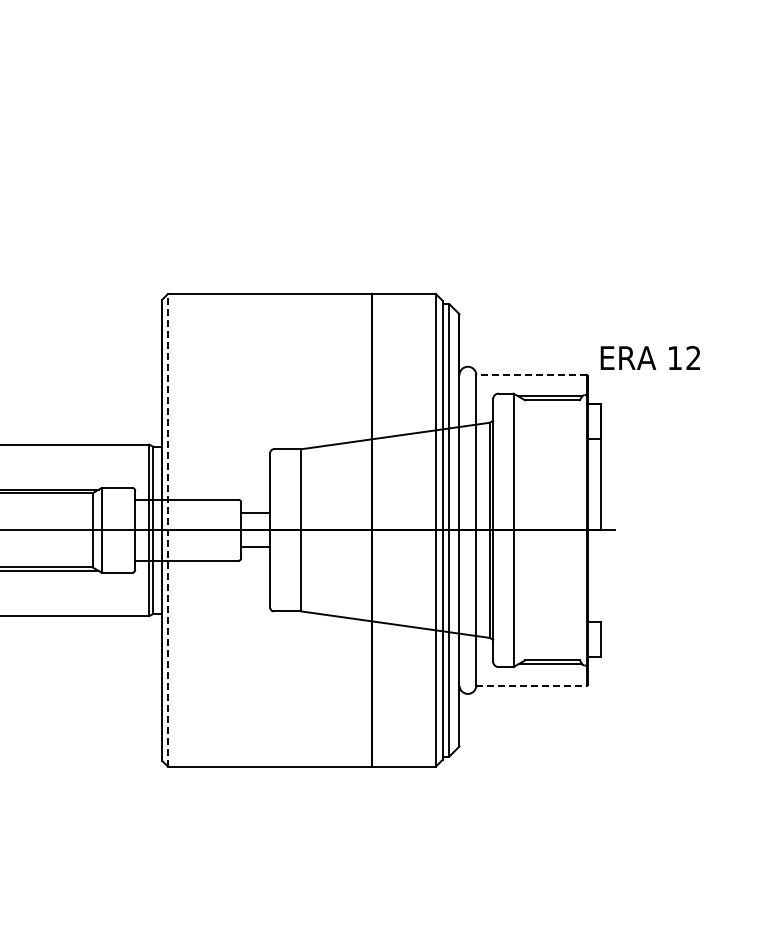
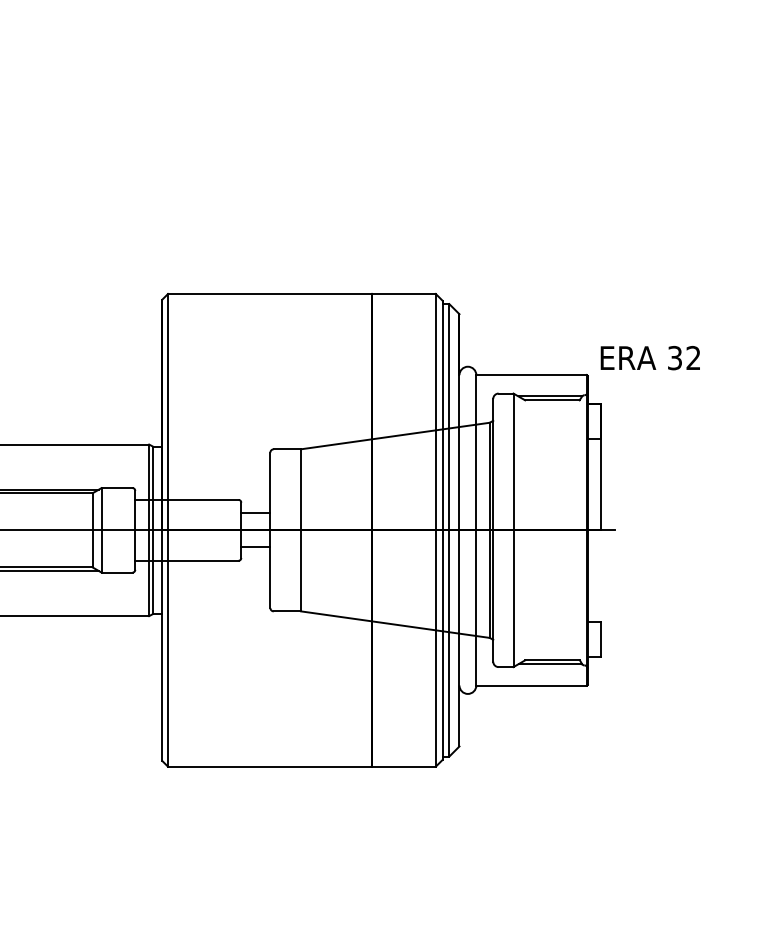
text at (674, 357): 12 -> 32
line at (531, 375): dashed -> solid
line at (168, 529): dashed -> solid
line at (532, 685): dashed -> solid
